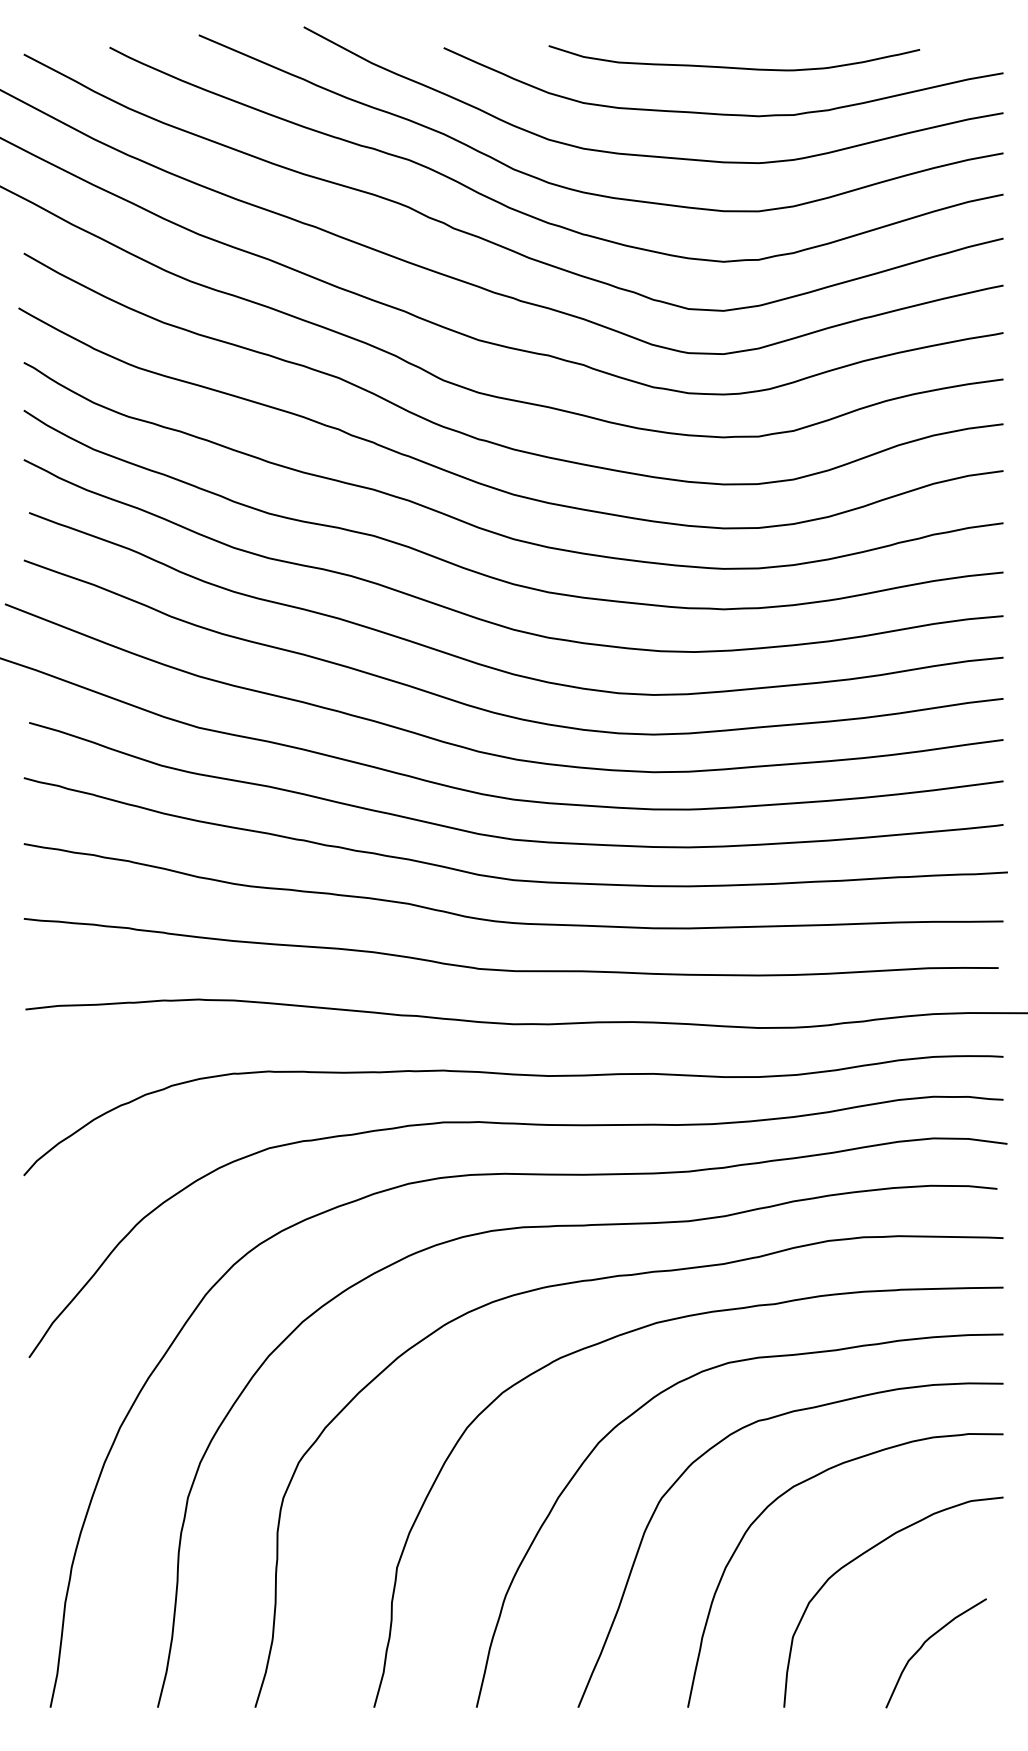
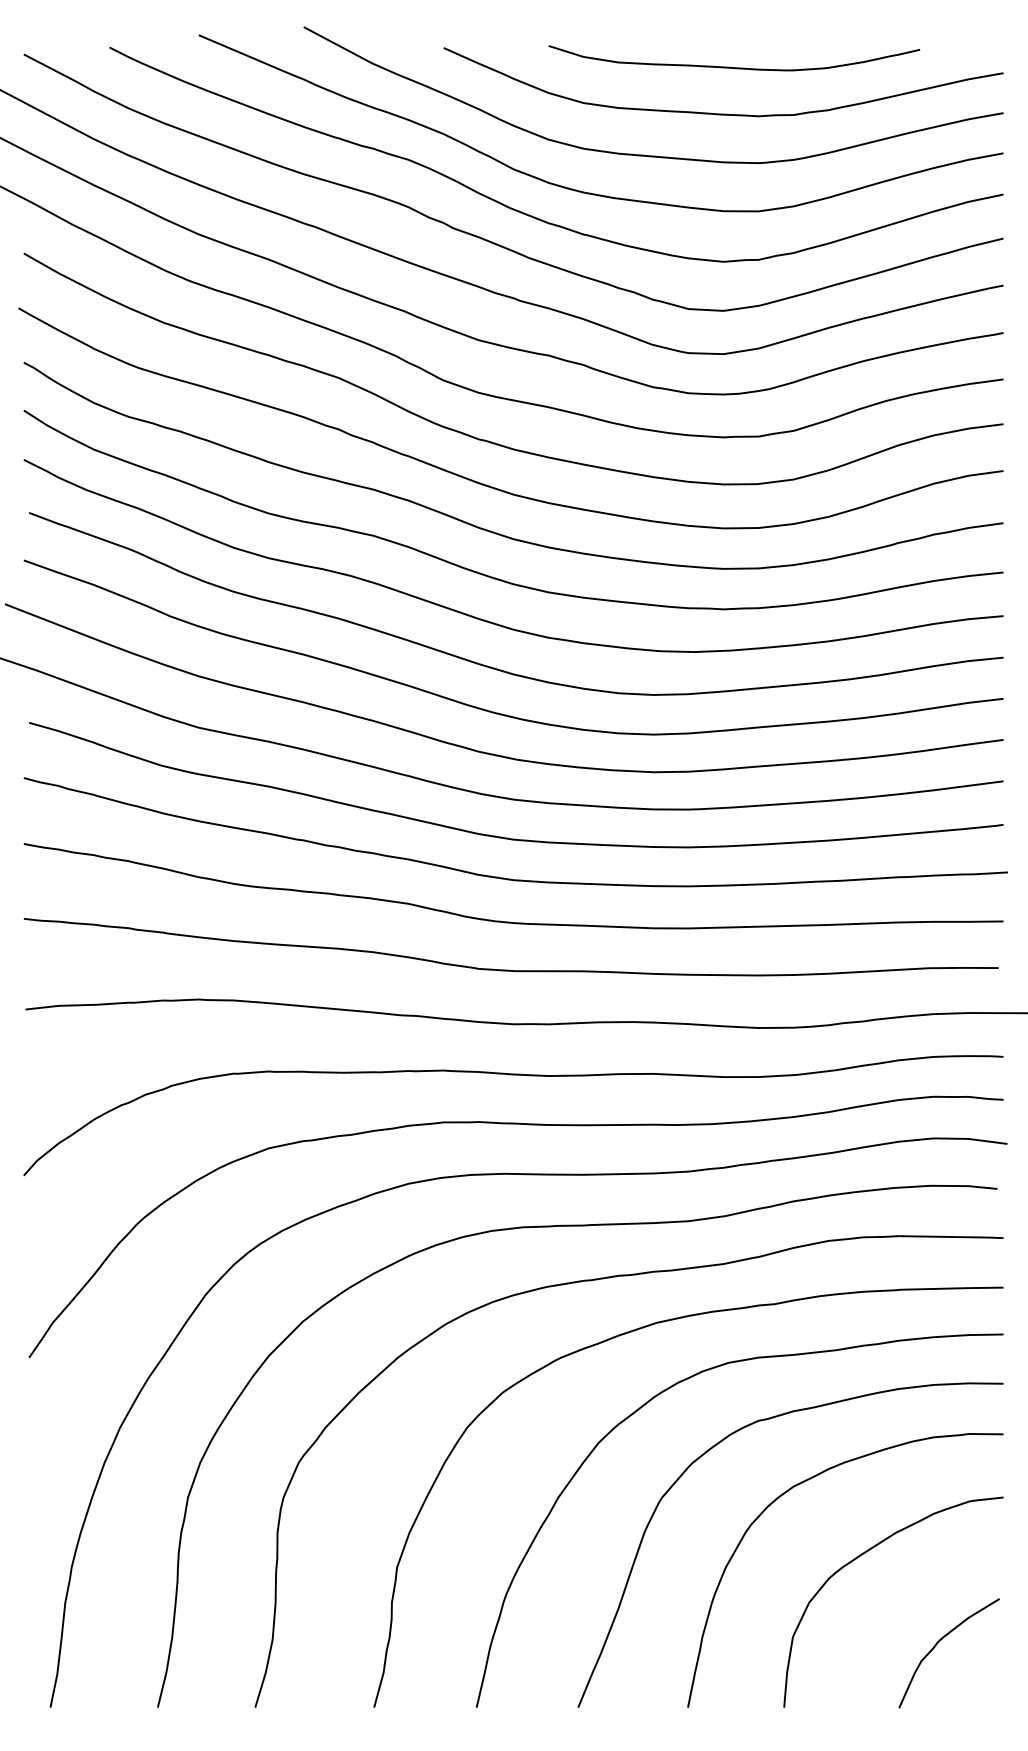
curve at (925, 1643) position: (925, 1643) -> (938, 1643)
